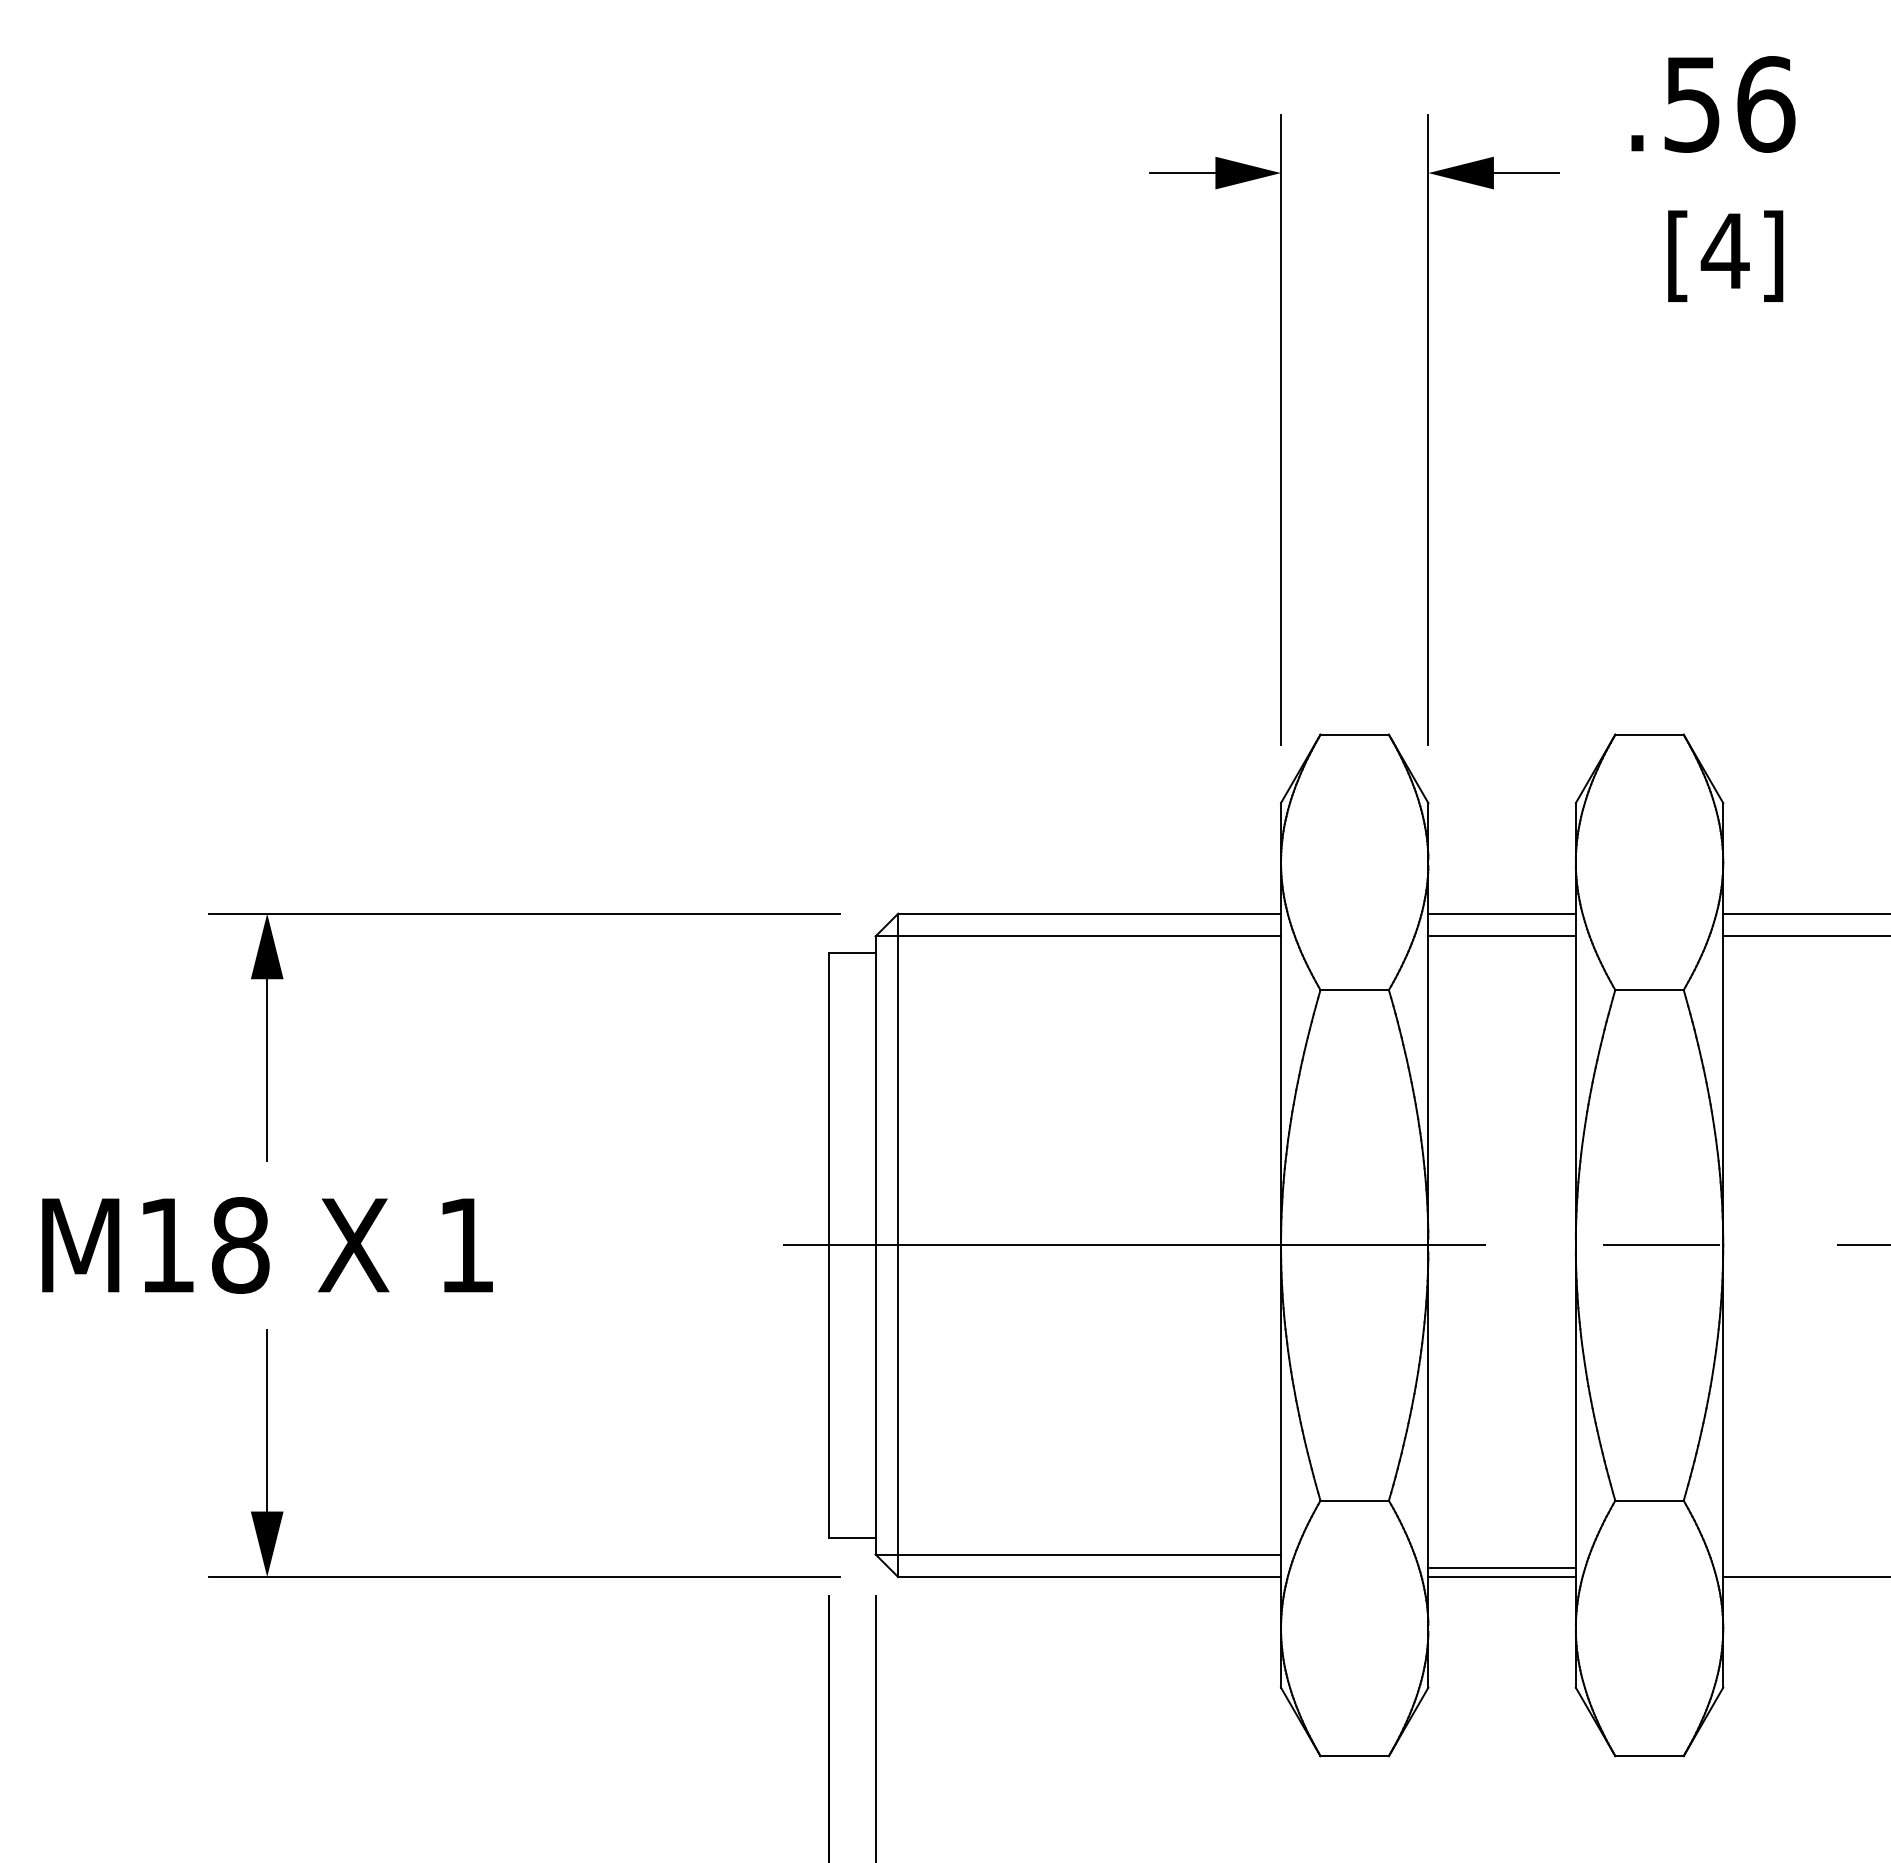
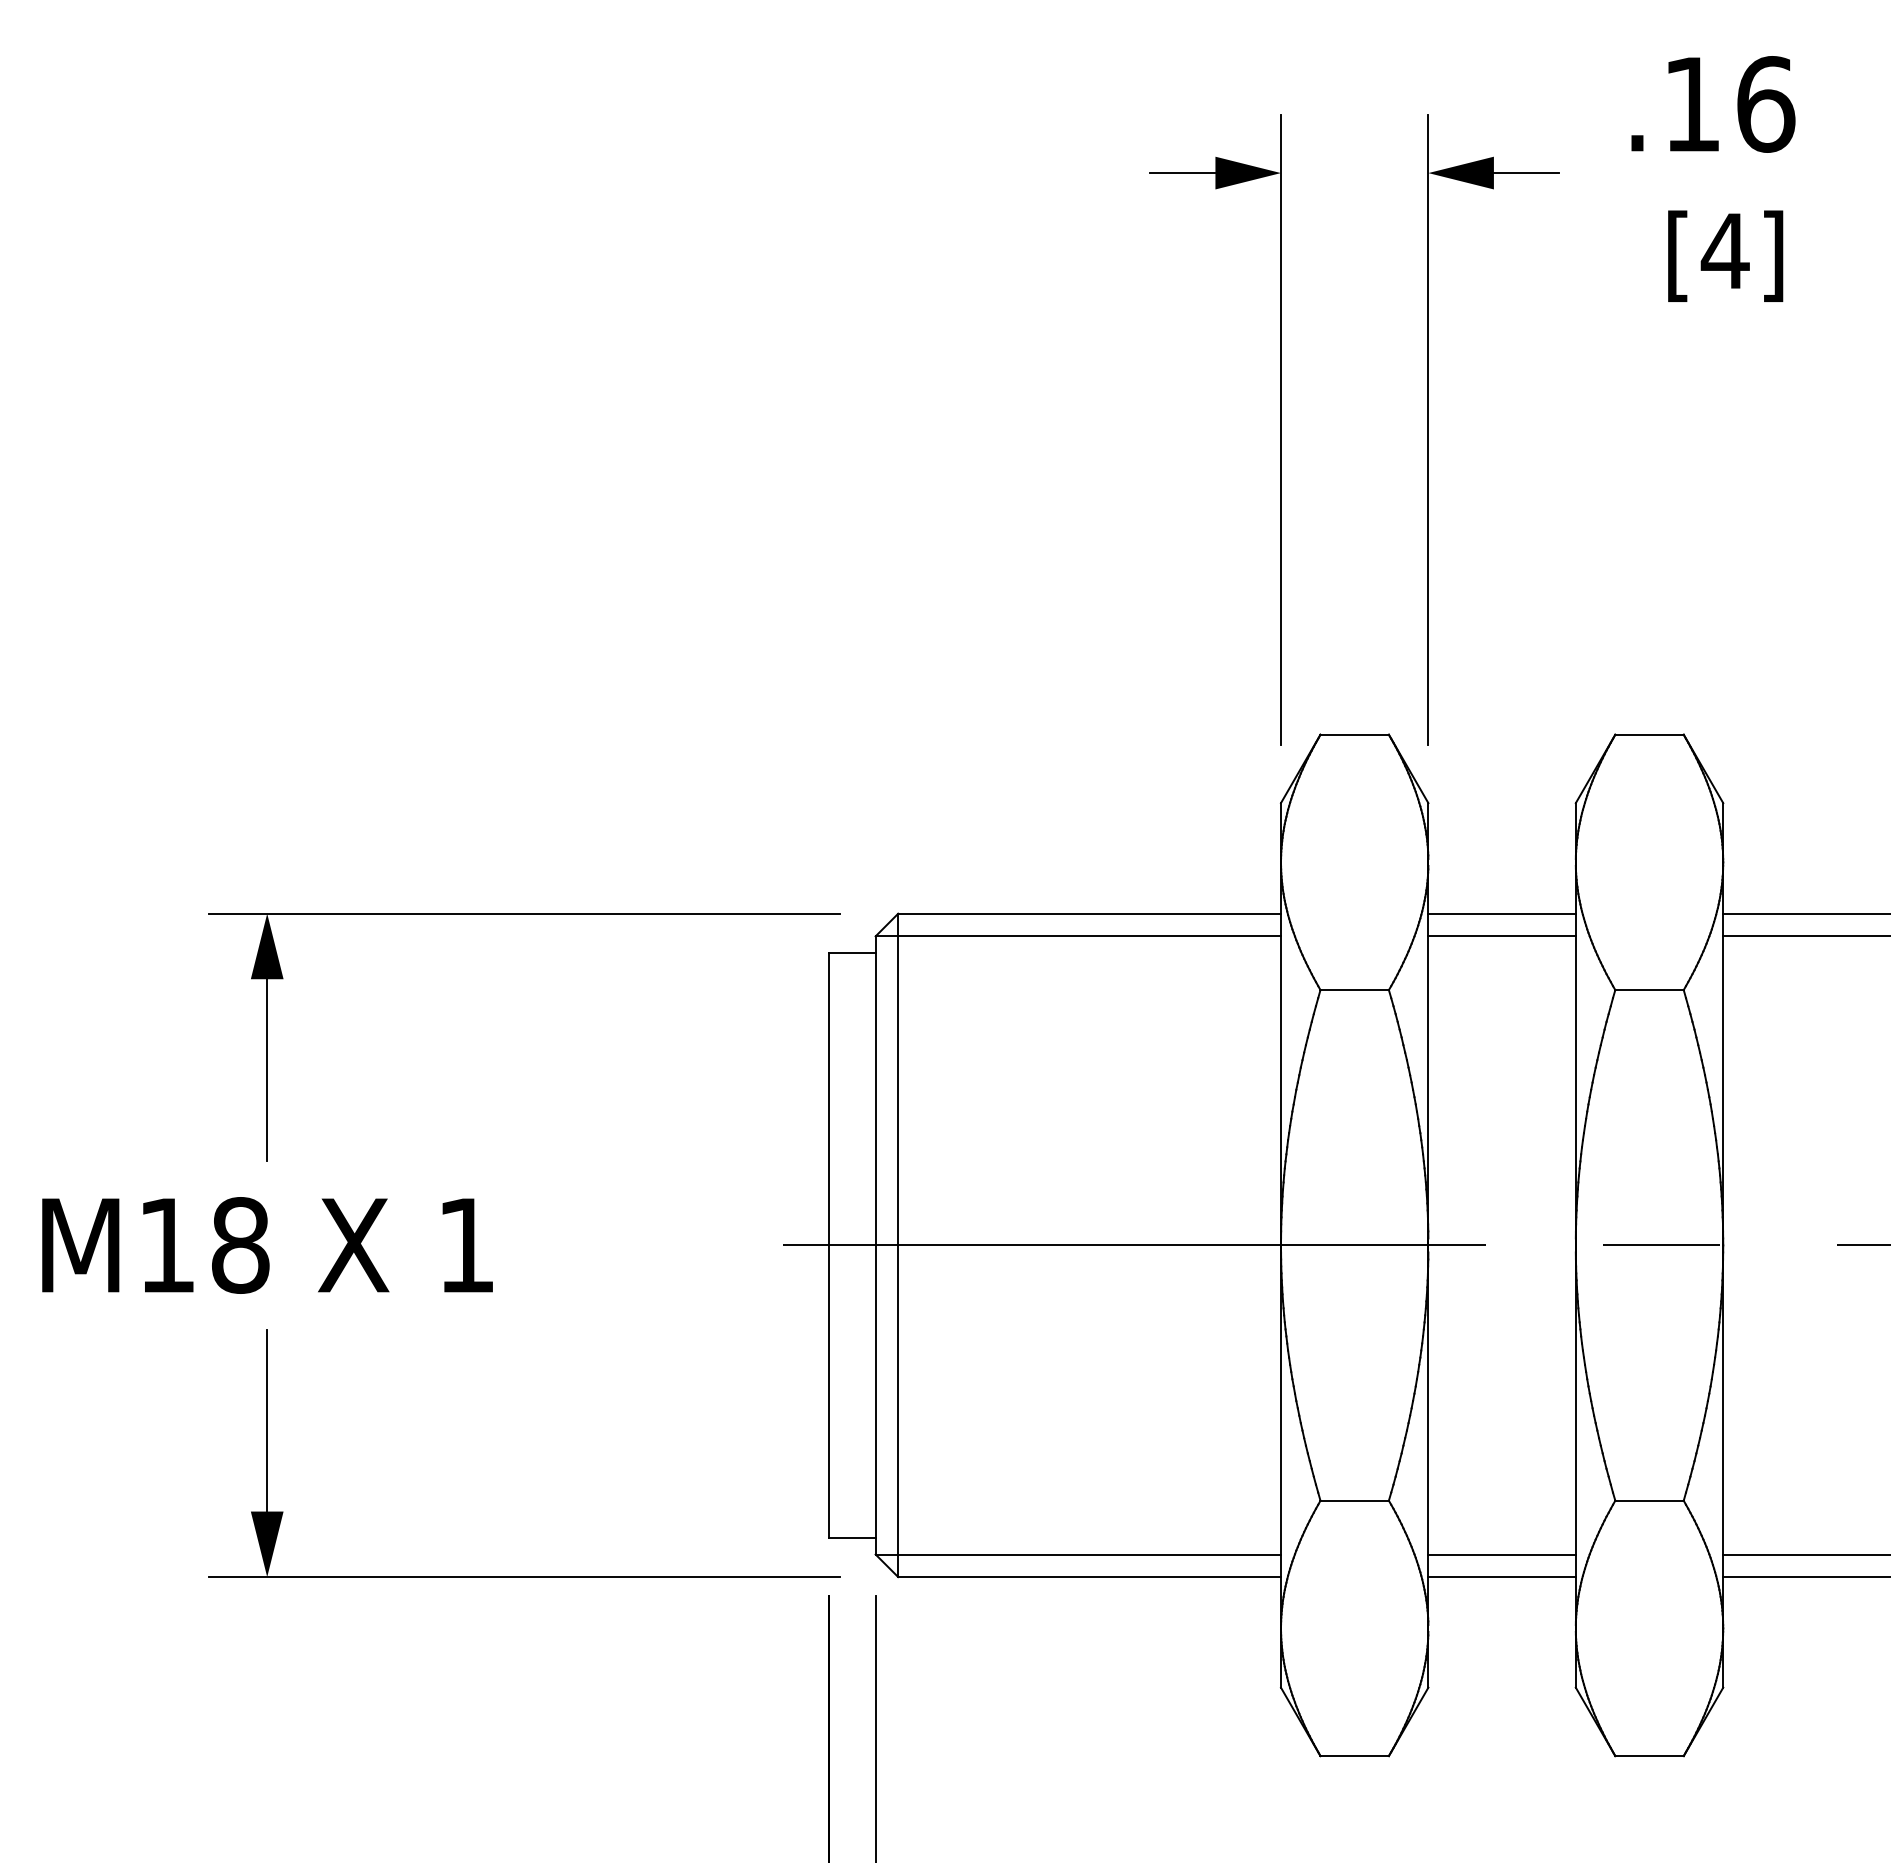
text at (1691, 104): .56 -> .16
line at (1805, 1554): none -> present
line at (1501, 1567) position: (1501, 1567) -> (1501, 1554)
